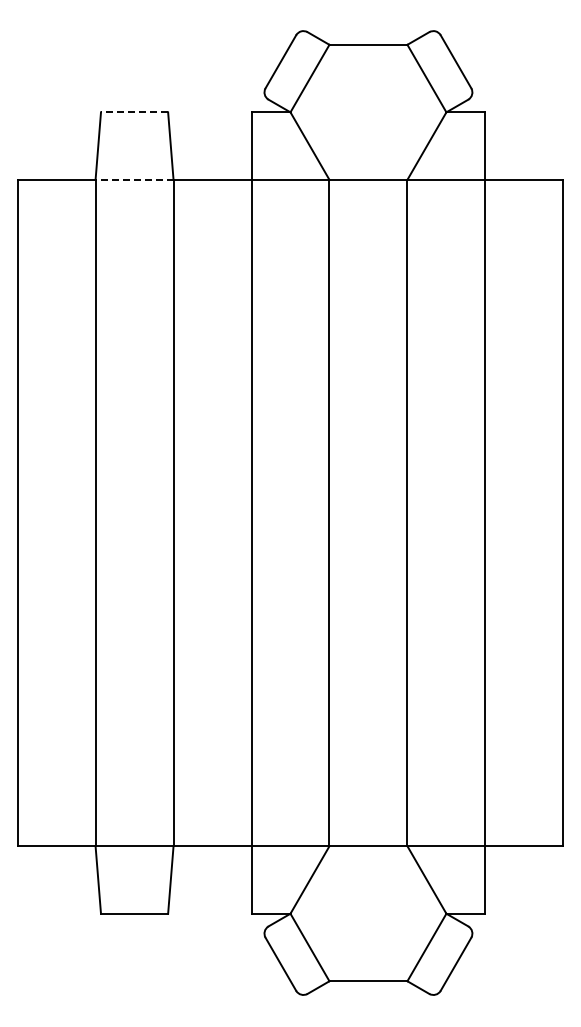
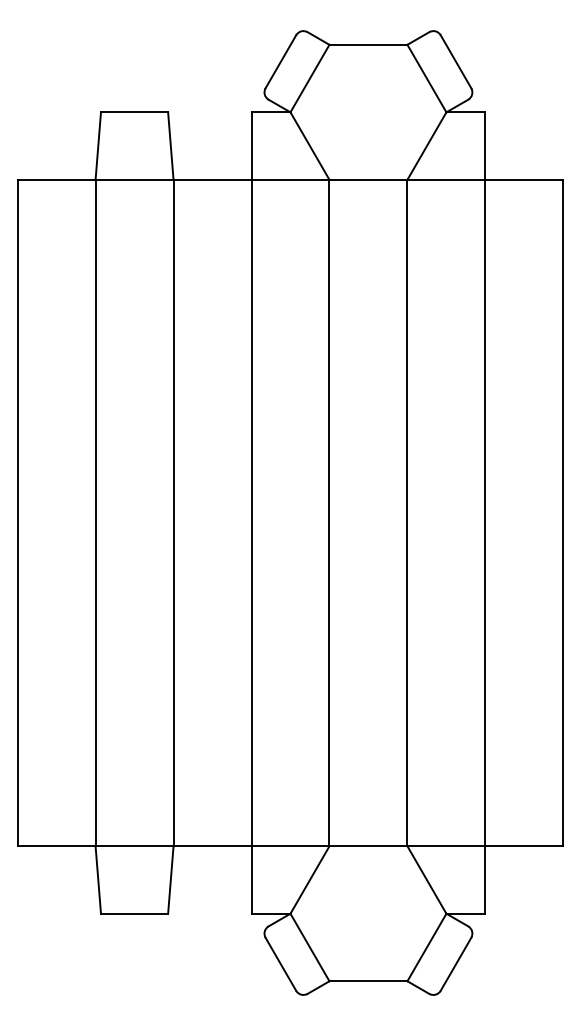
line at (134, 112): dashed -> solid
line at (134, 179): dashed -> solid
